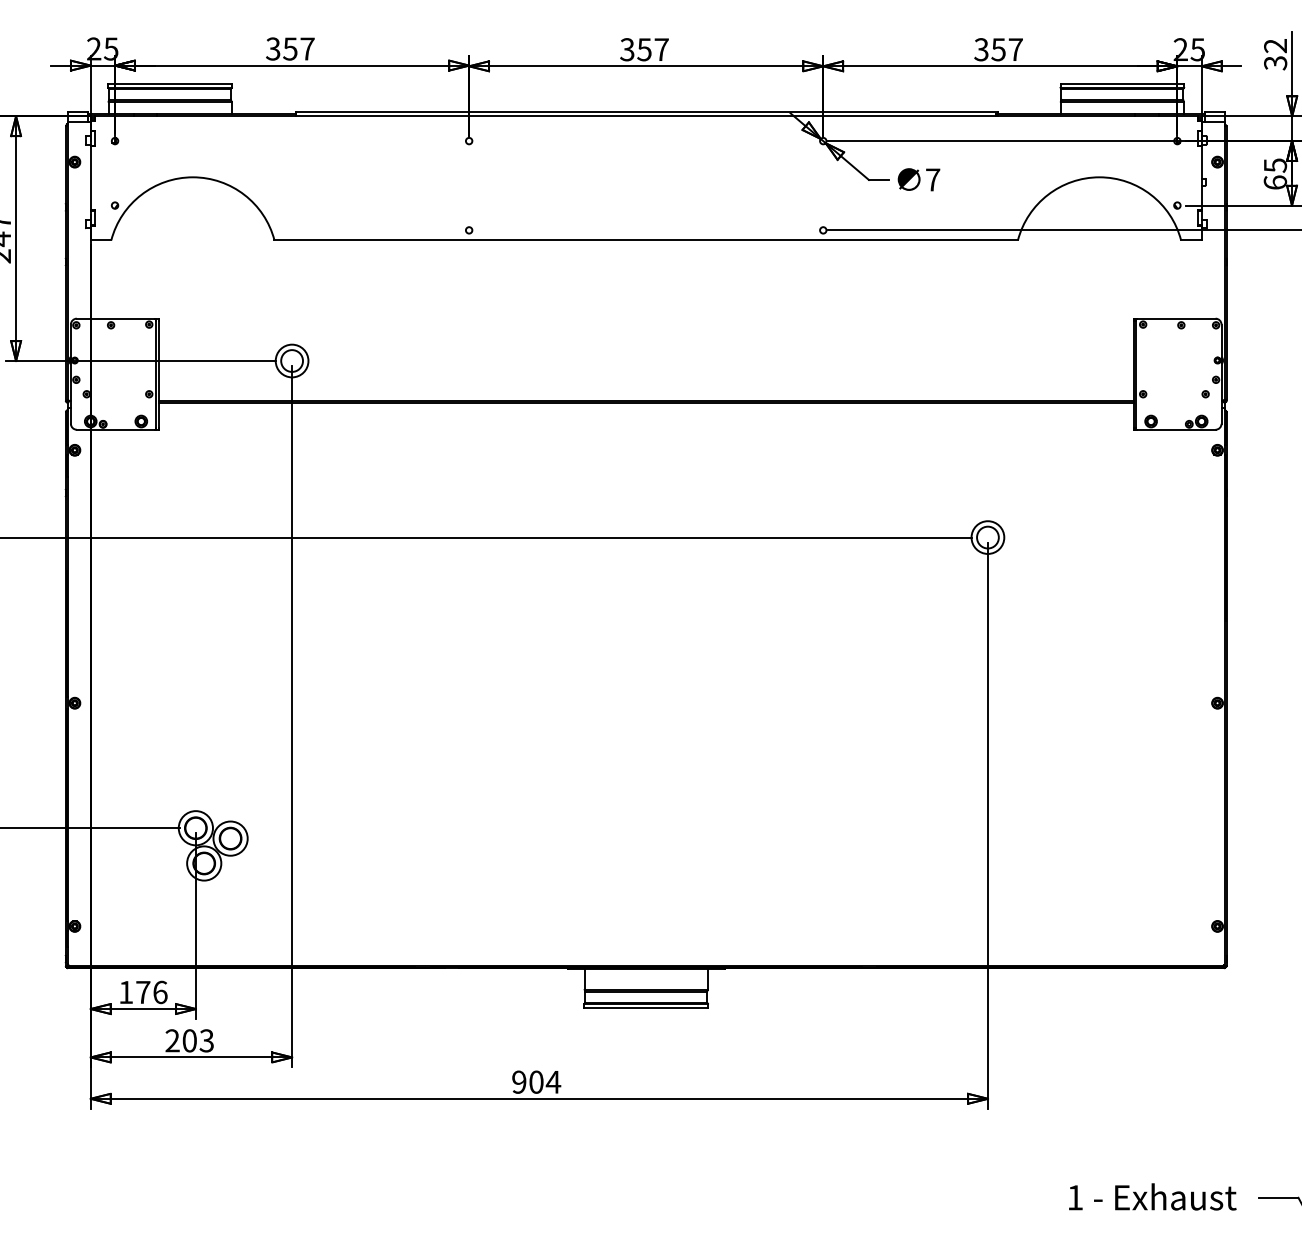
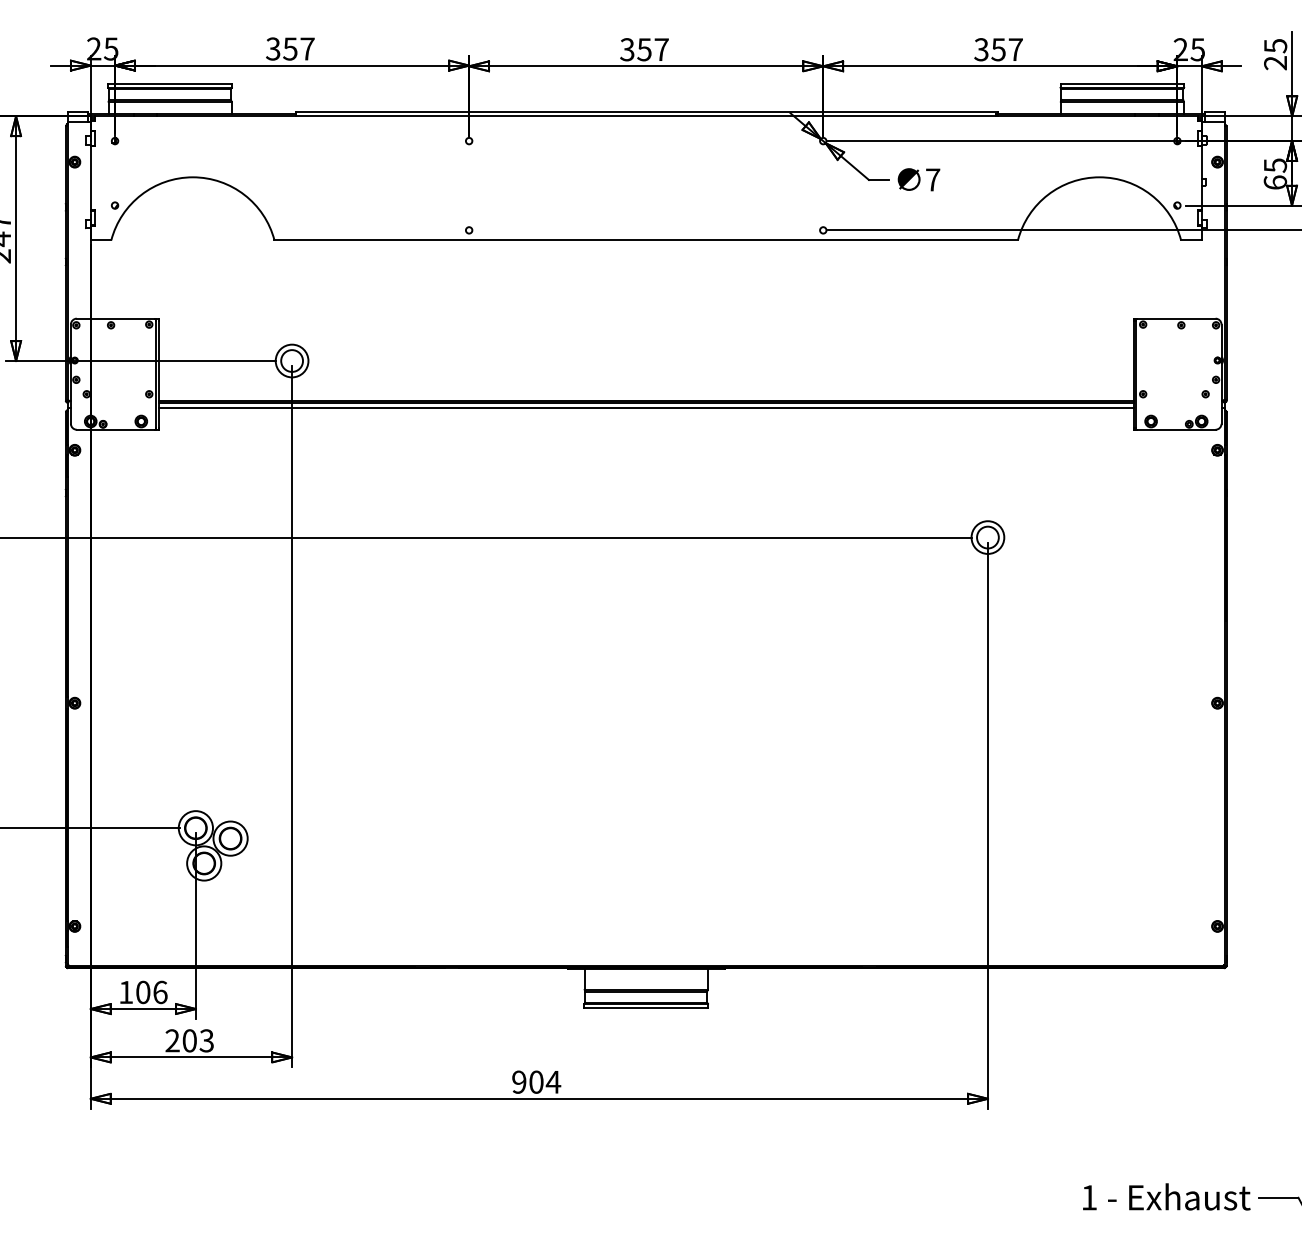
text at (1275, 54): 32 -> 25
line at (645, 407): none -> present
text at (143, 992): 176 -> 106
text at (1152, 1196) position: (1152, 1196) -> (1166, 1196)
